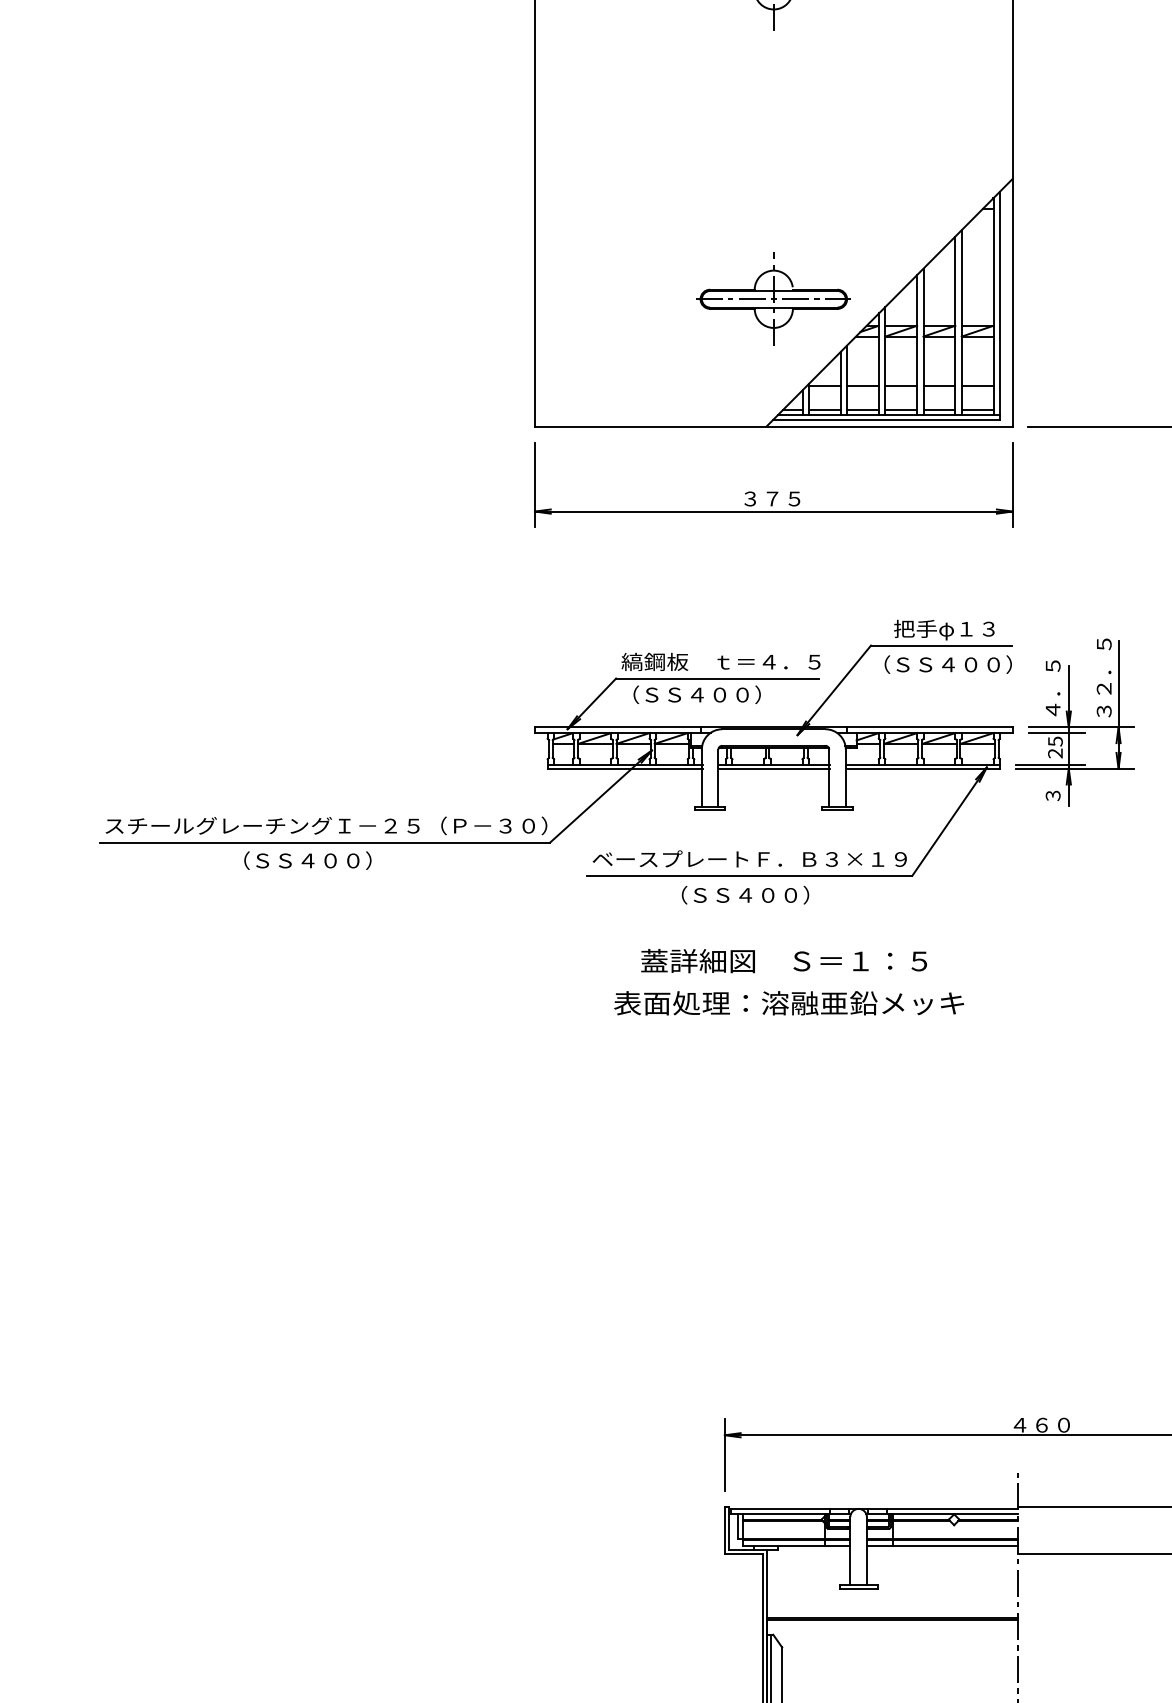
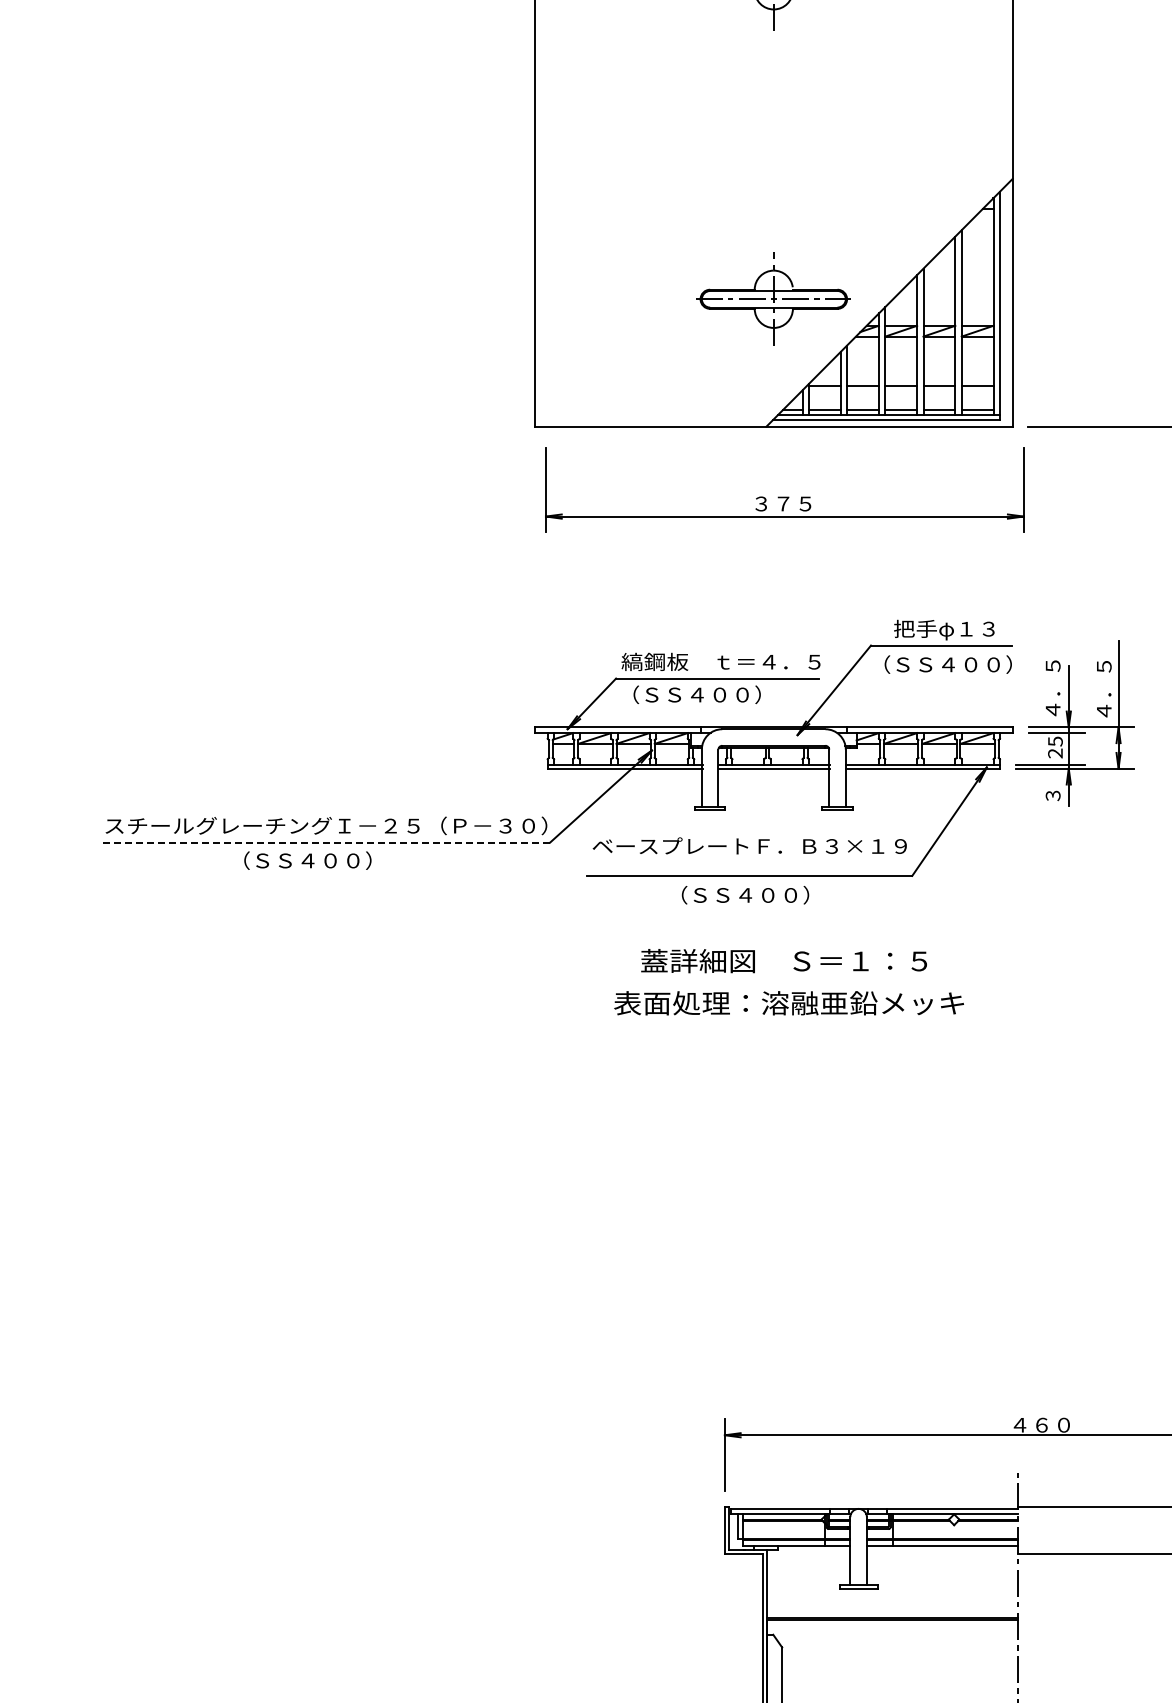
part at (773, 491) position: (773, 491) -> (784, 496)
text at (1103, 677): ３２．５ -> ４．５
line at (324, 842): solid -> dashed
text at (749, 858) position: (749, 858) -> (749, 845)
line at (770, 1666): present -> none
